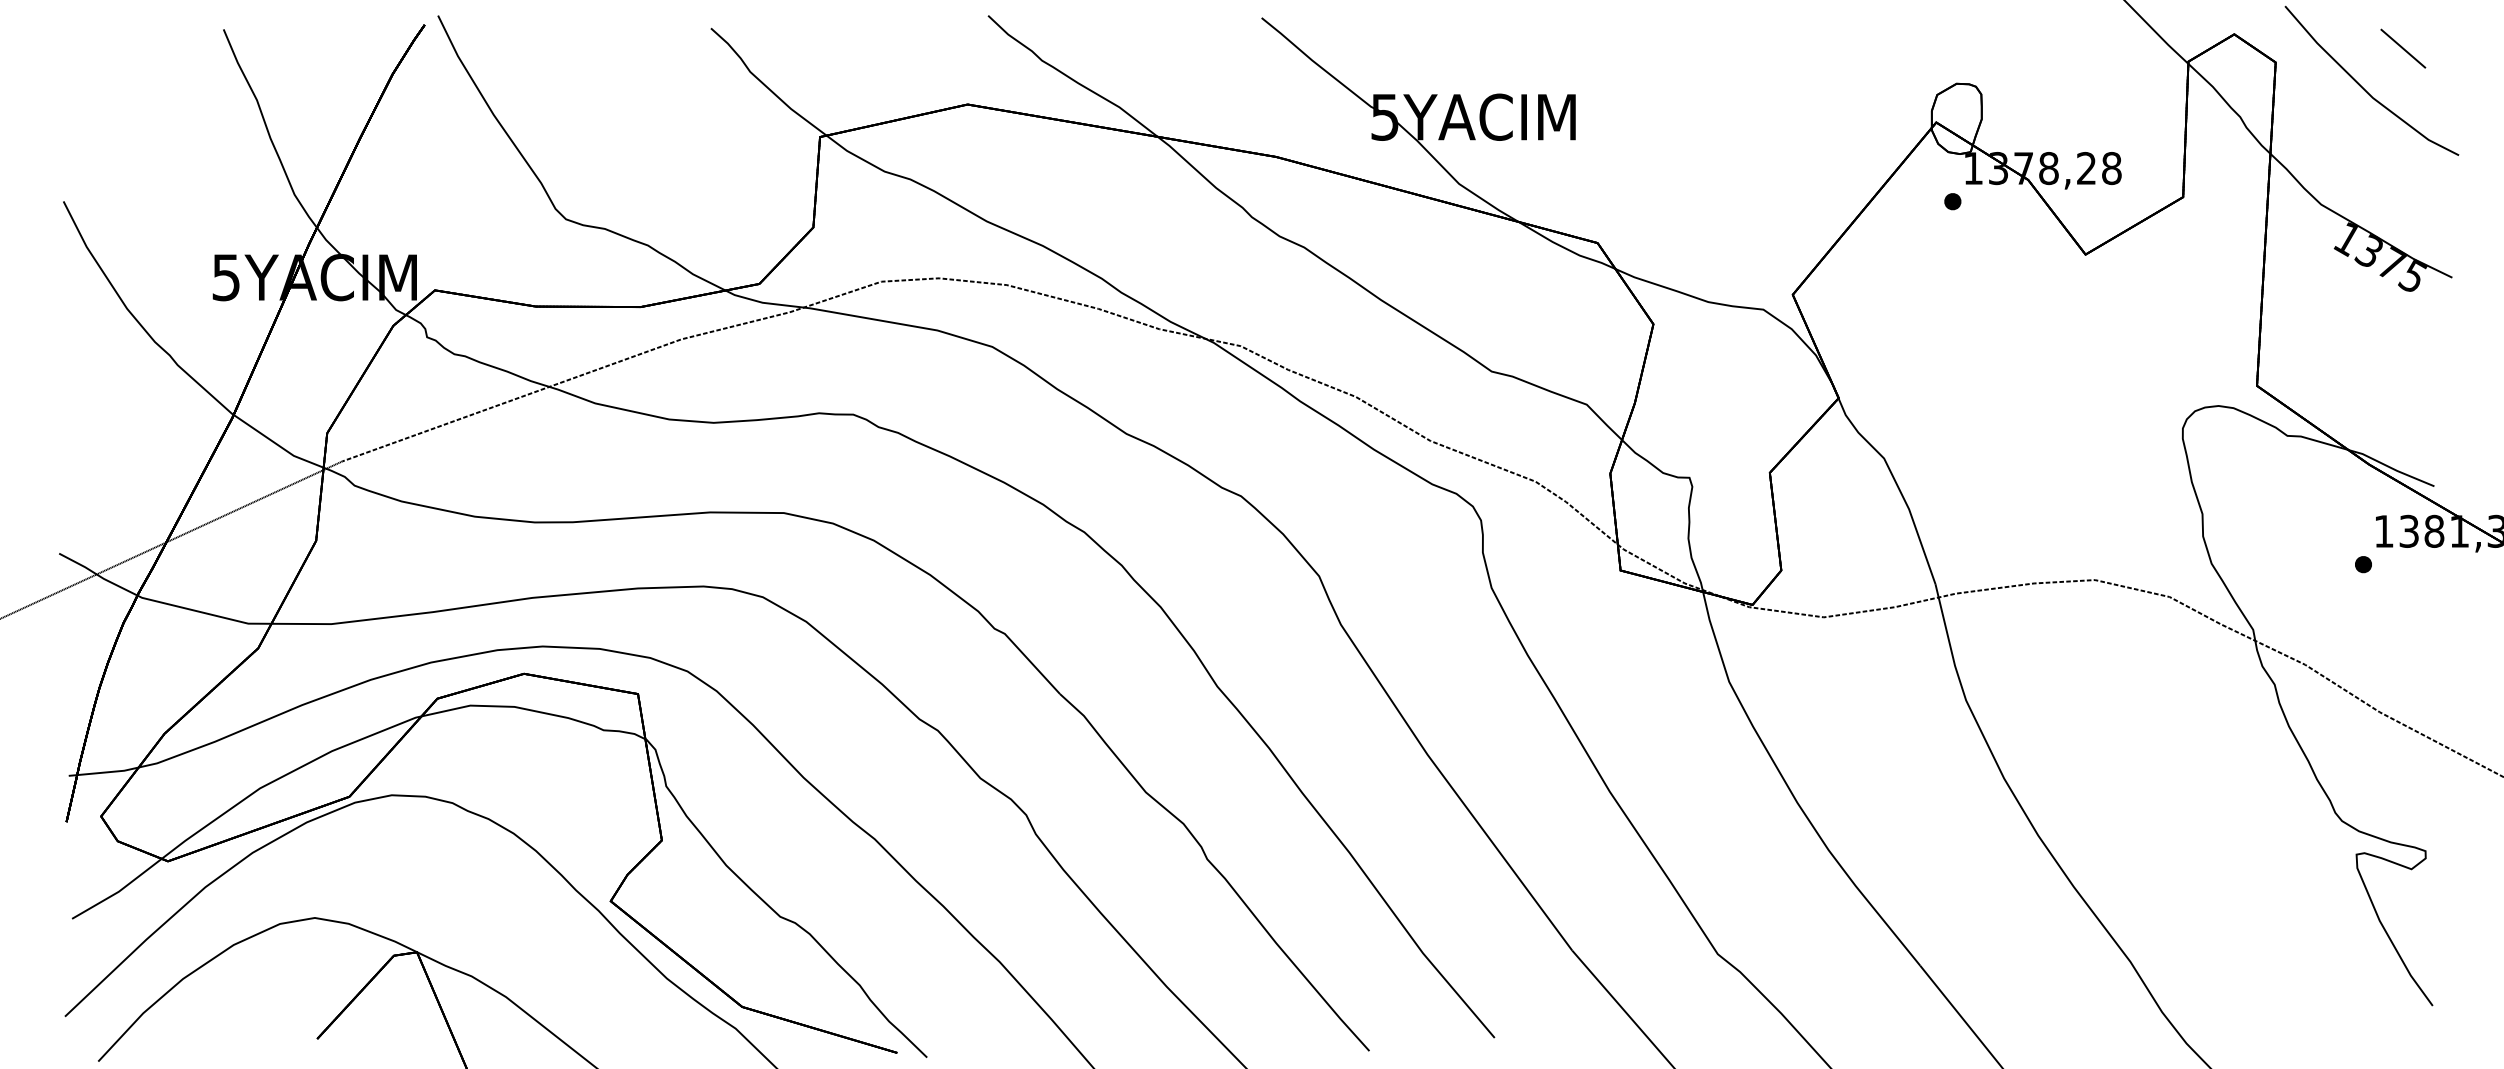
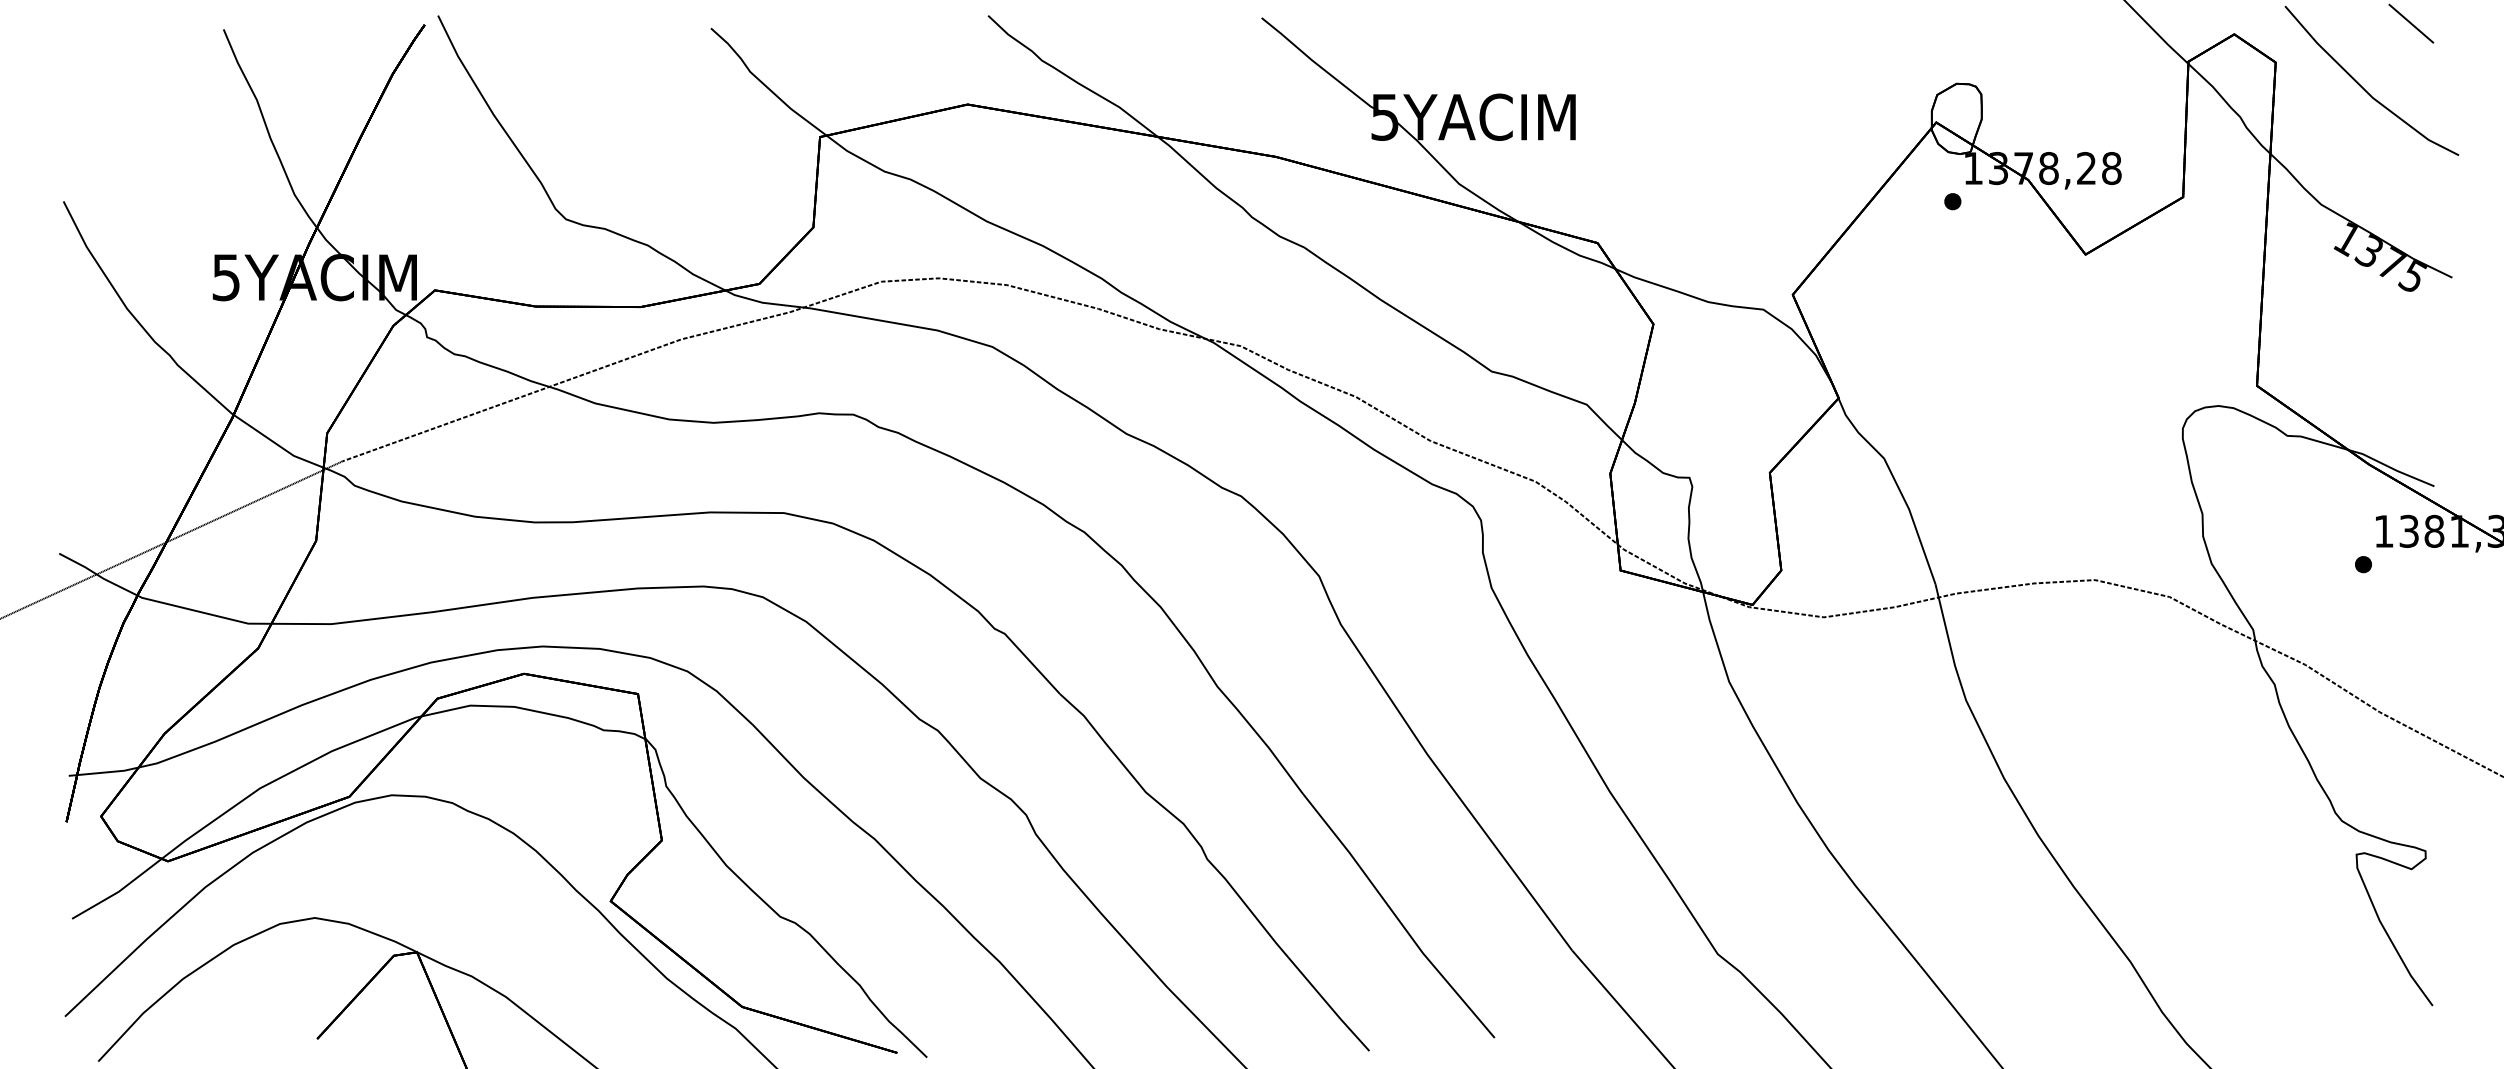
line at (2403, 48) position: (2403, 48) -> (2411, 23)
